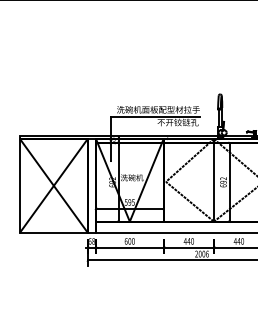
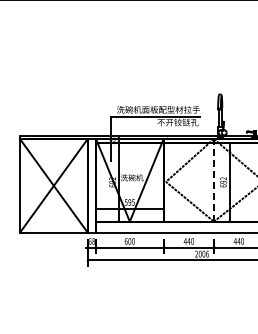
line at (213, 181): solid -> dashed
